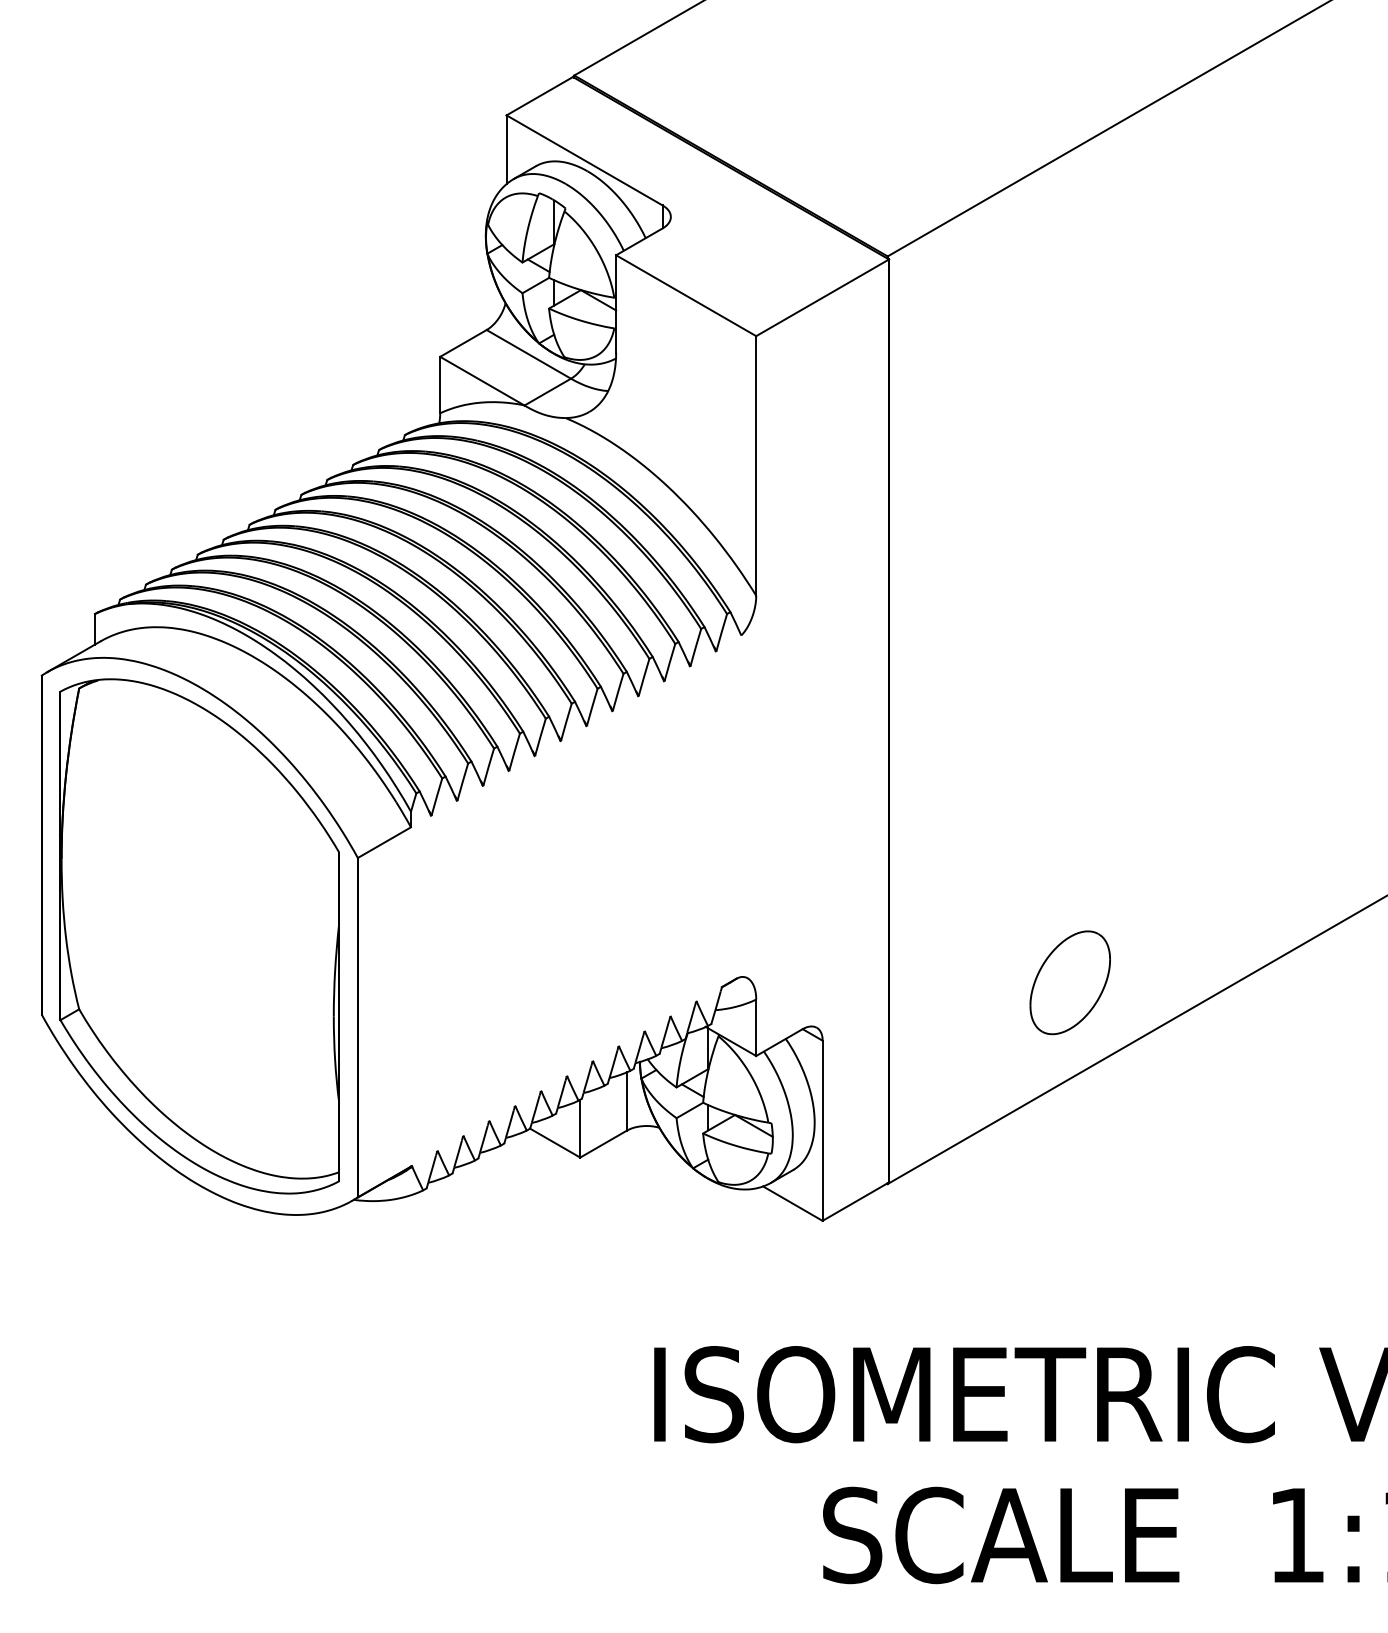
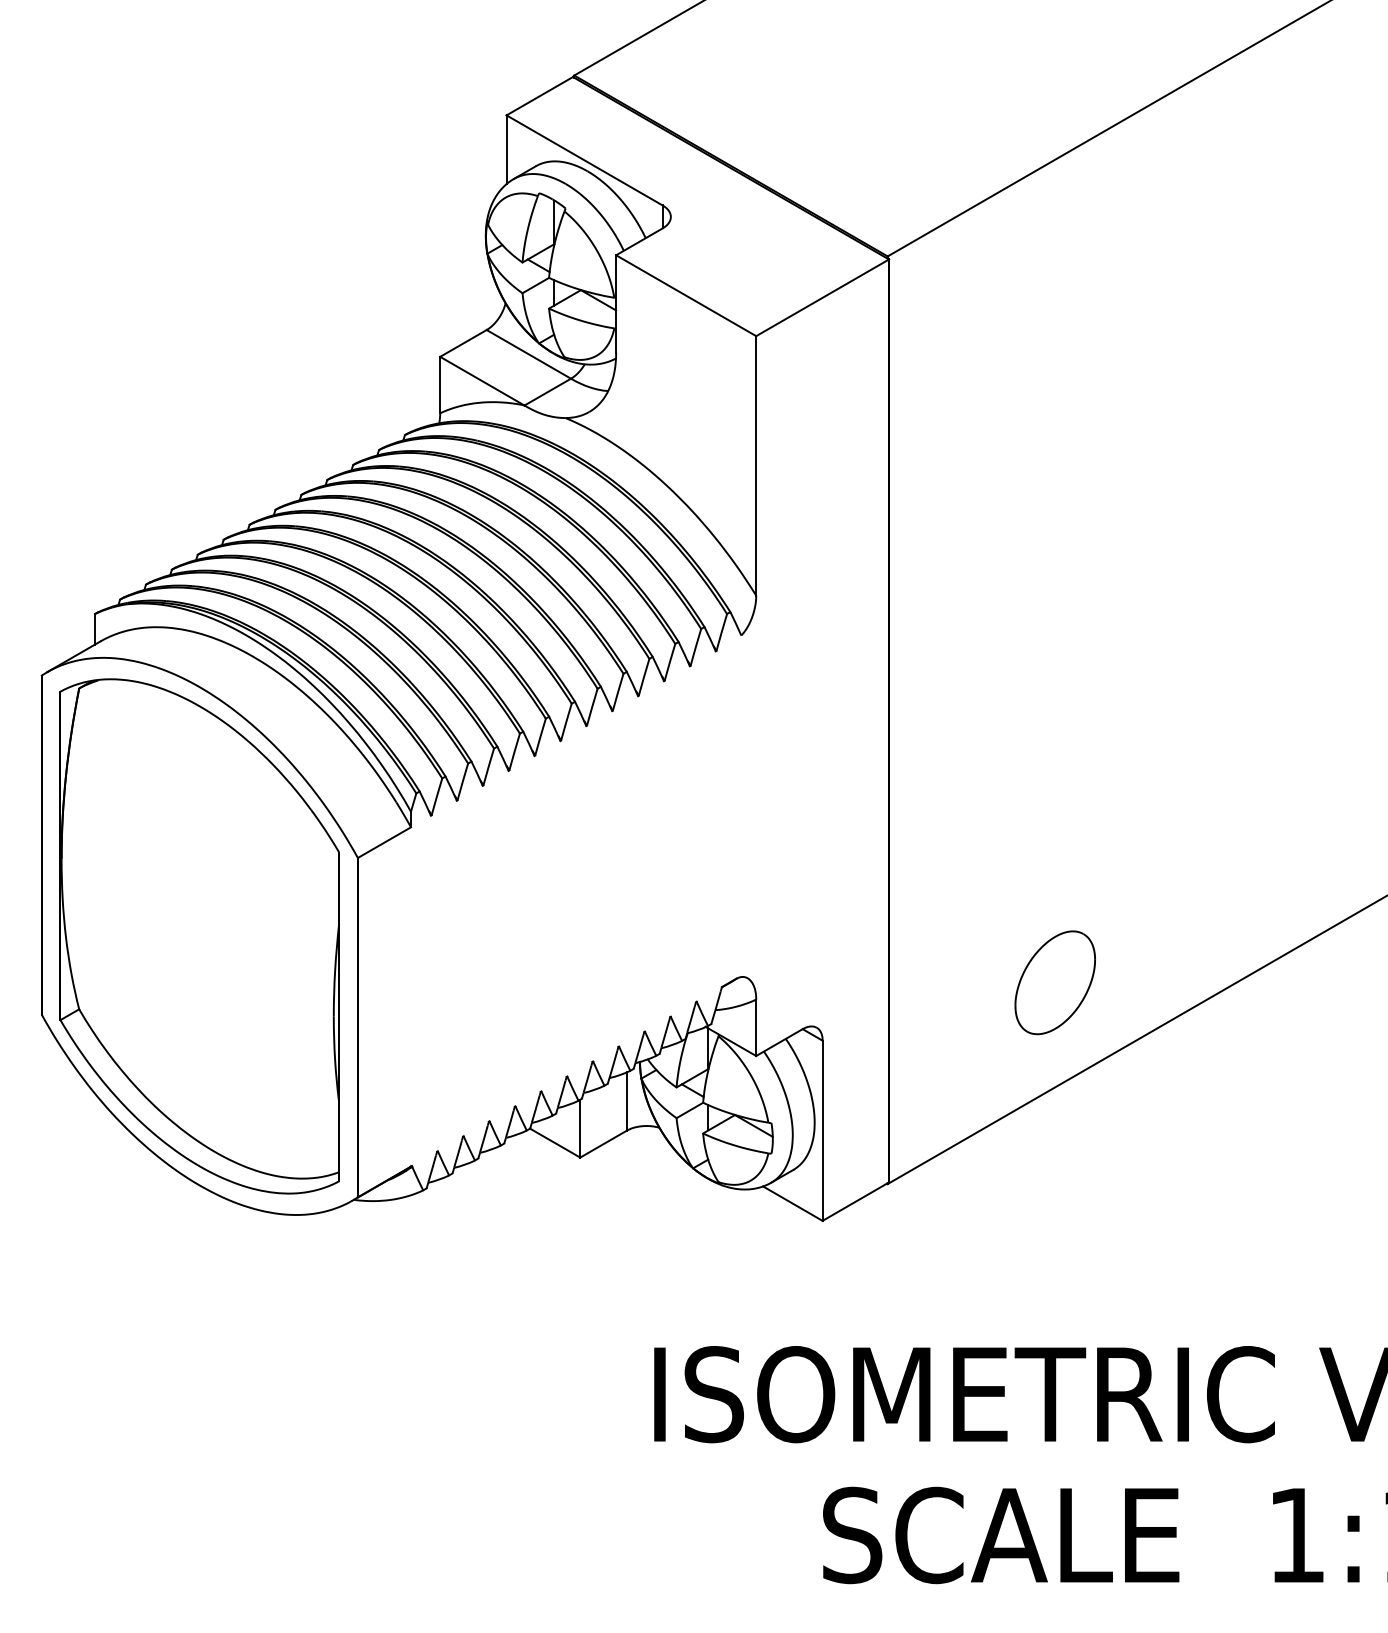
part at (1069, 982) position: (1069, 982) -> (1054, 982)
